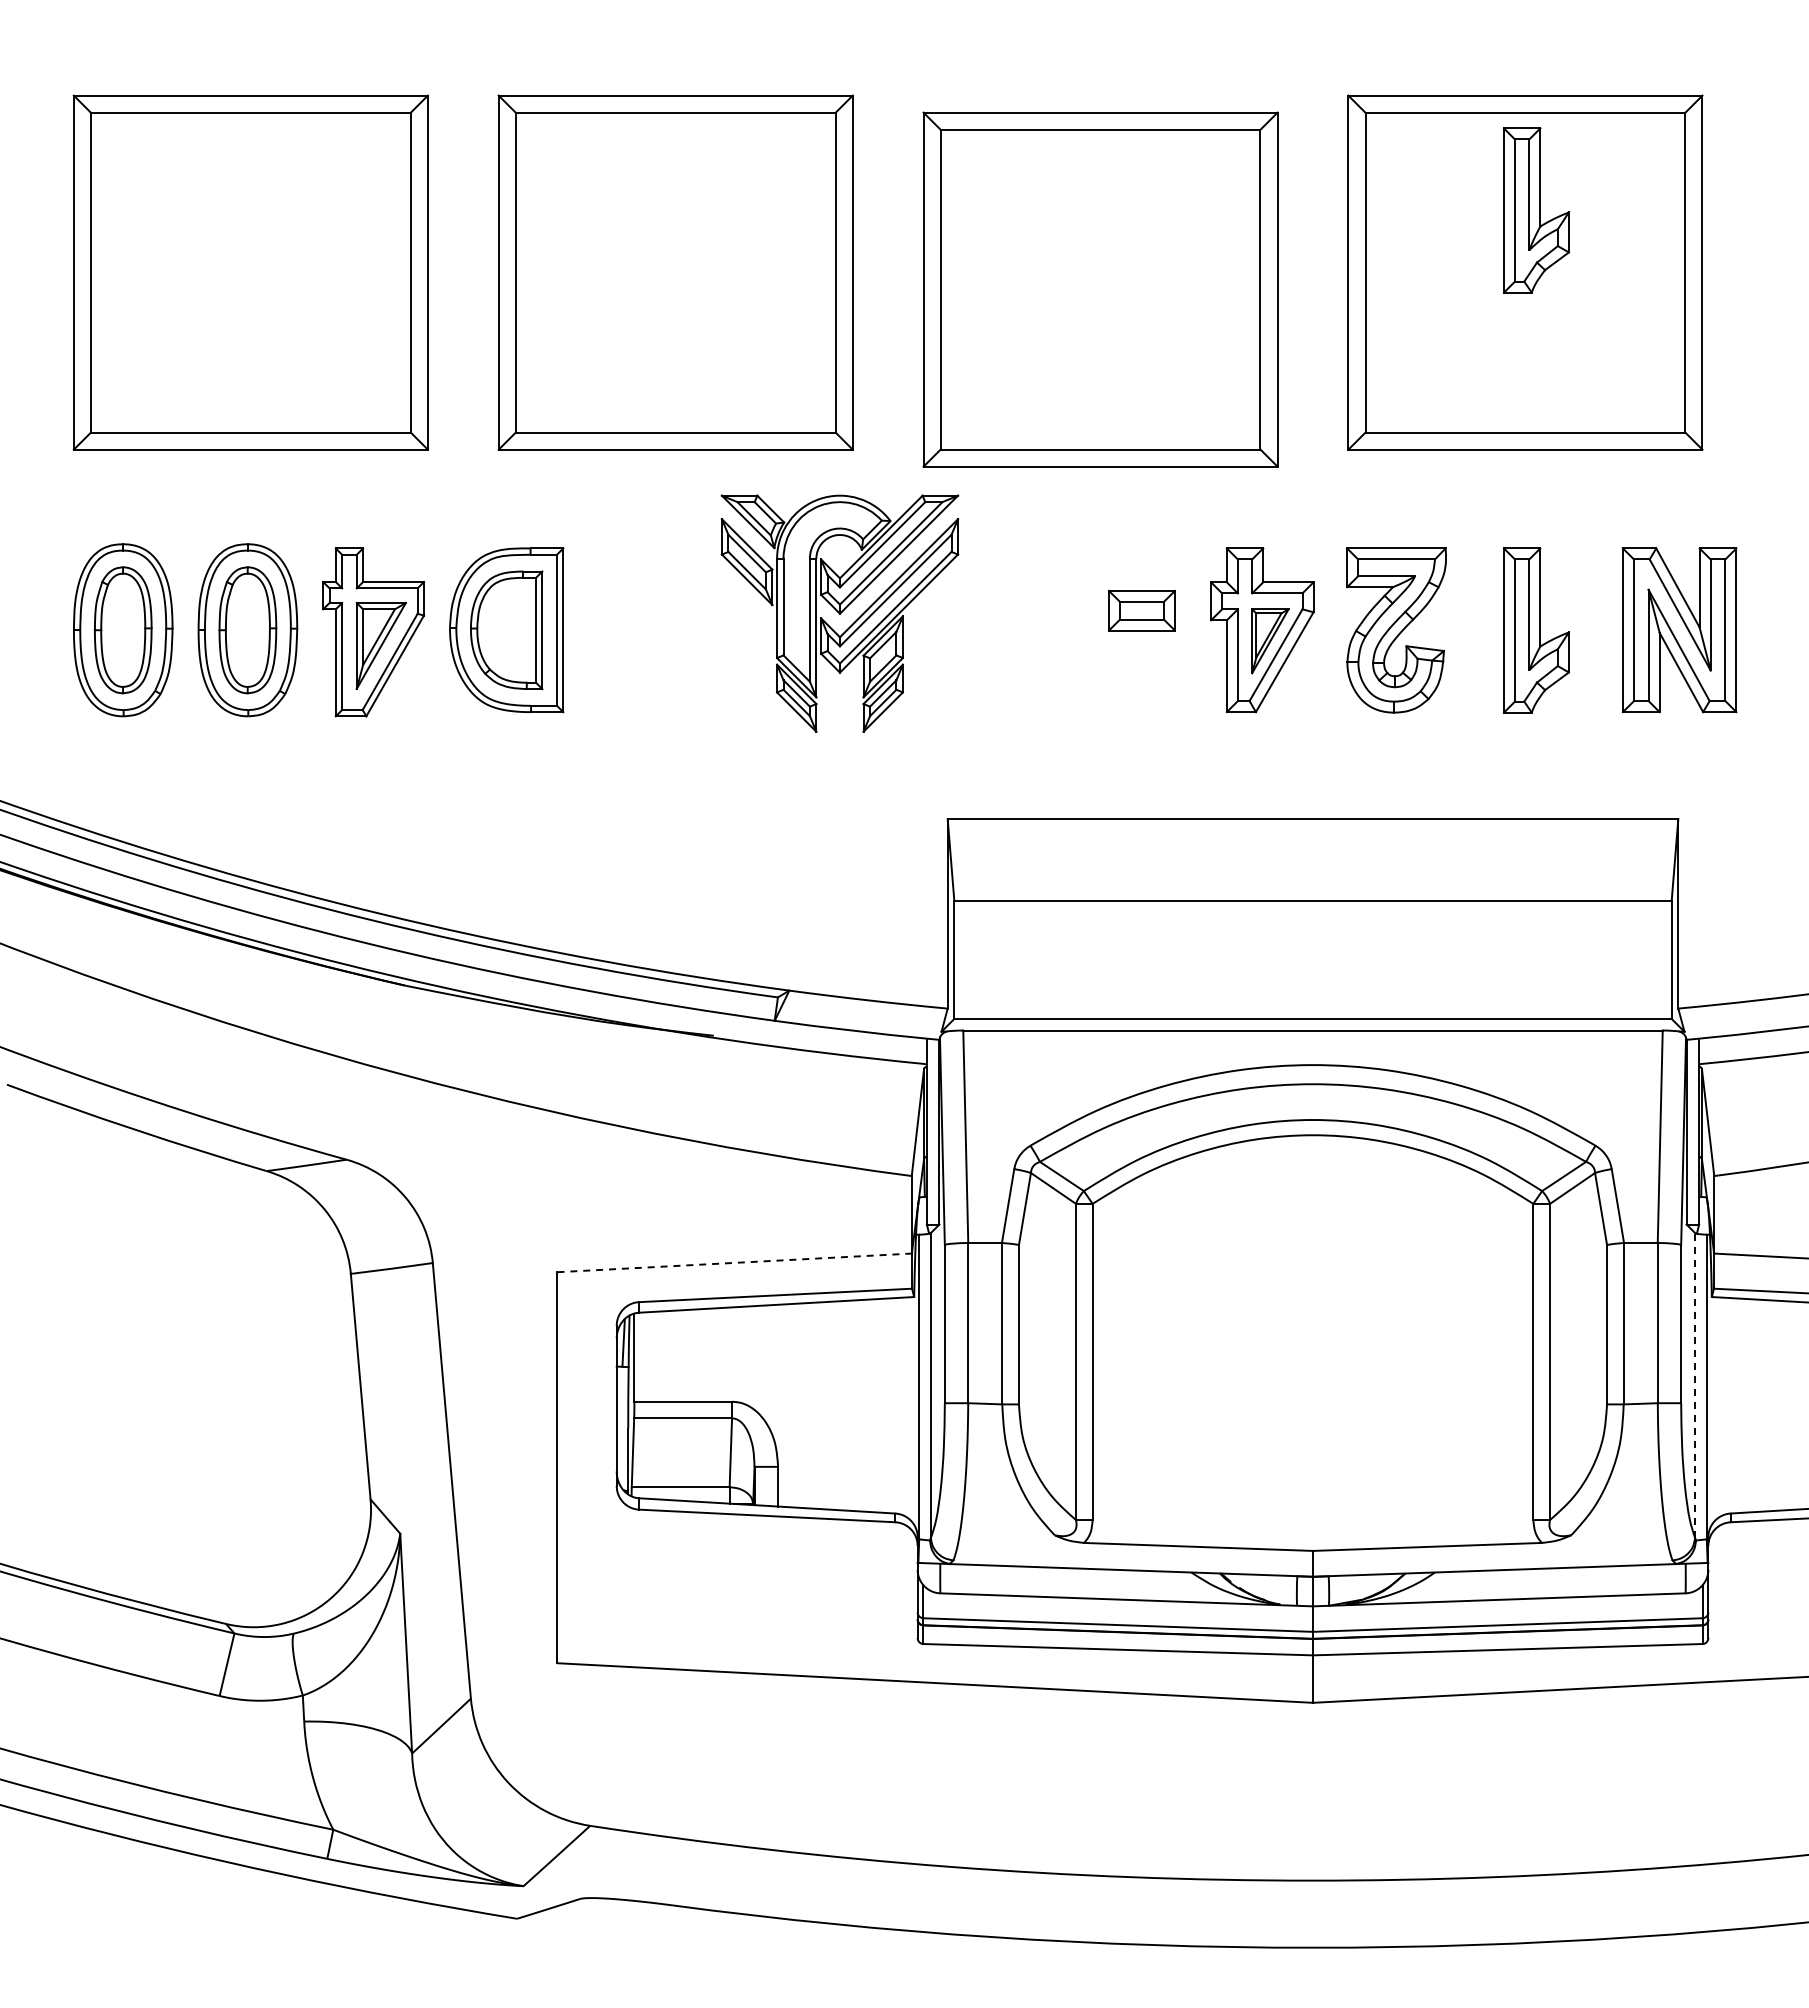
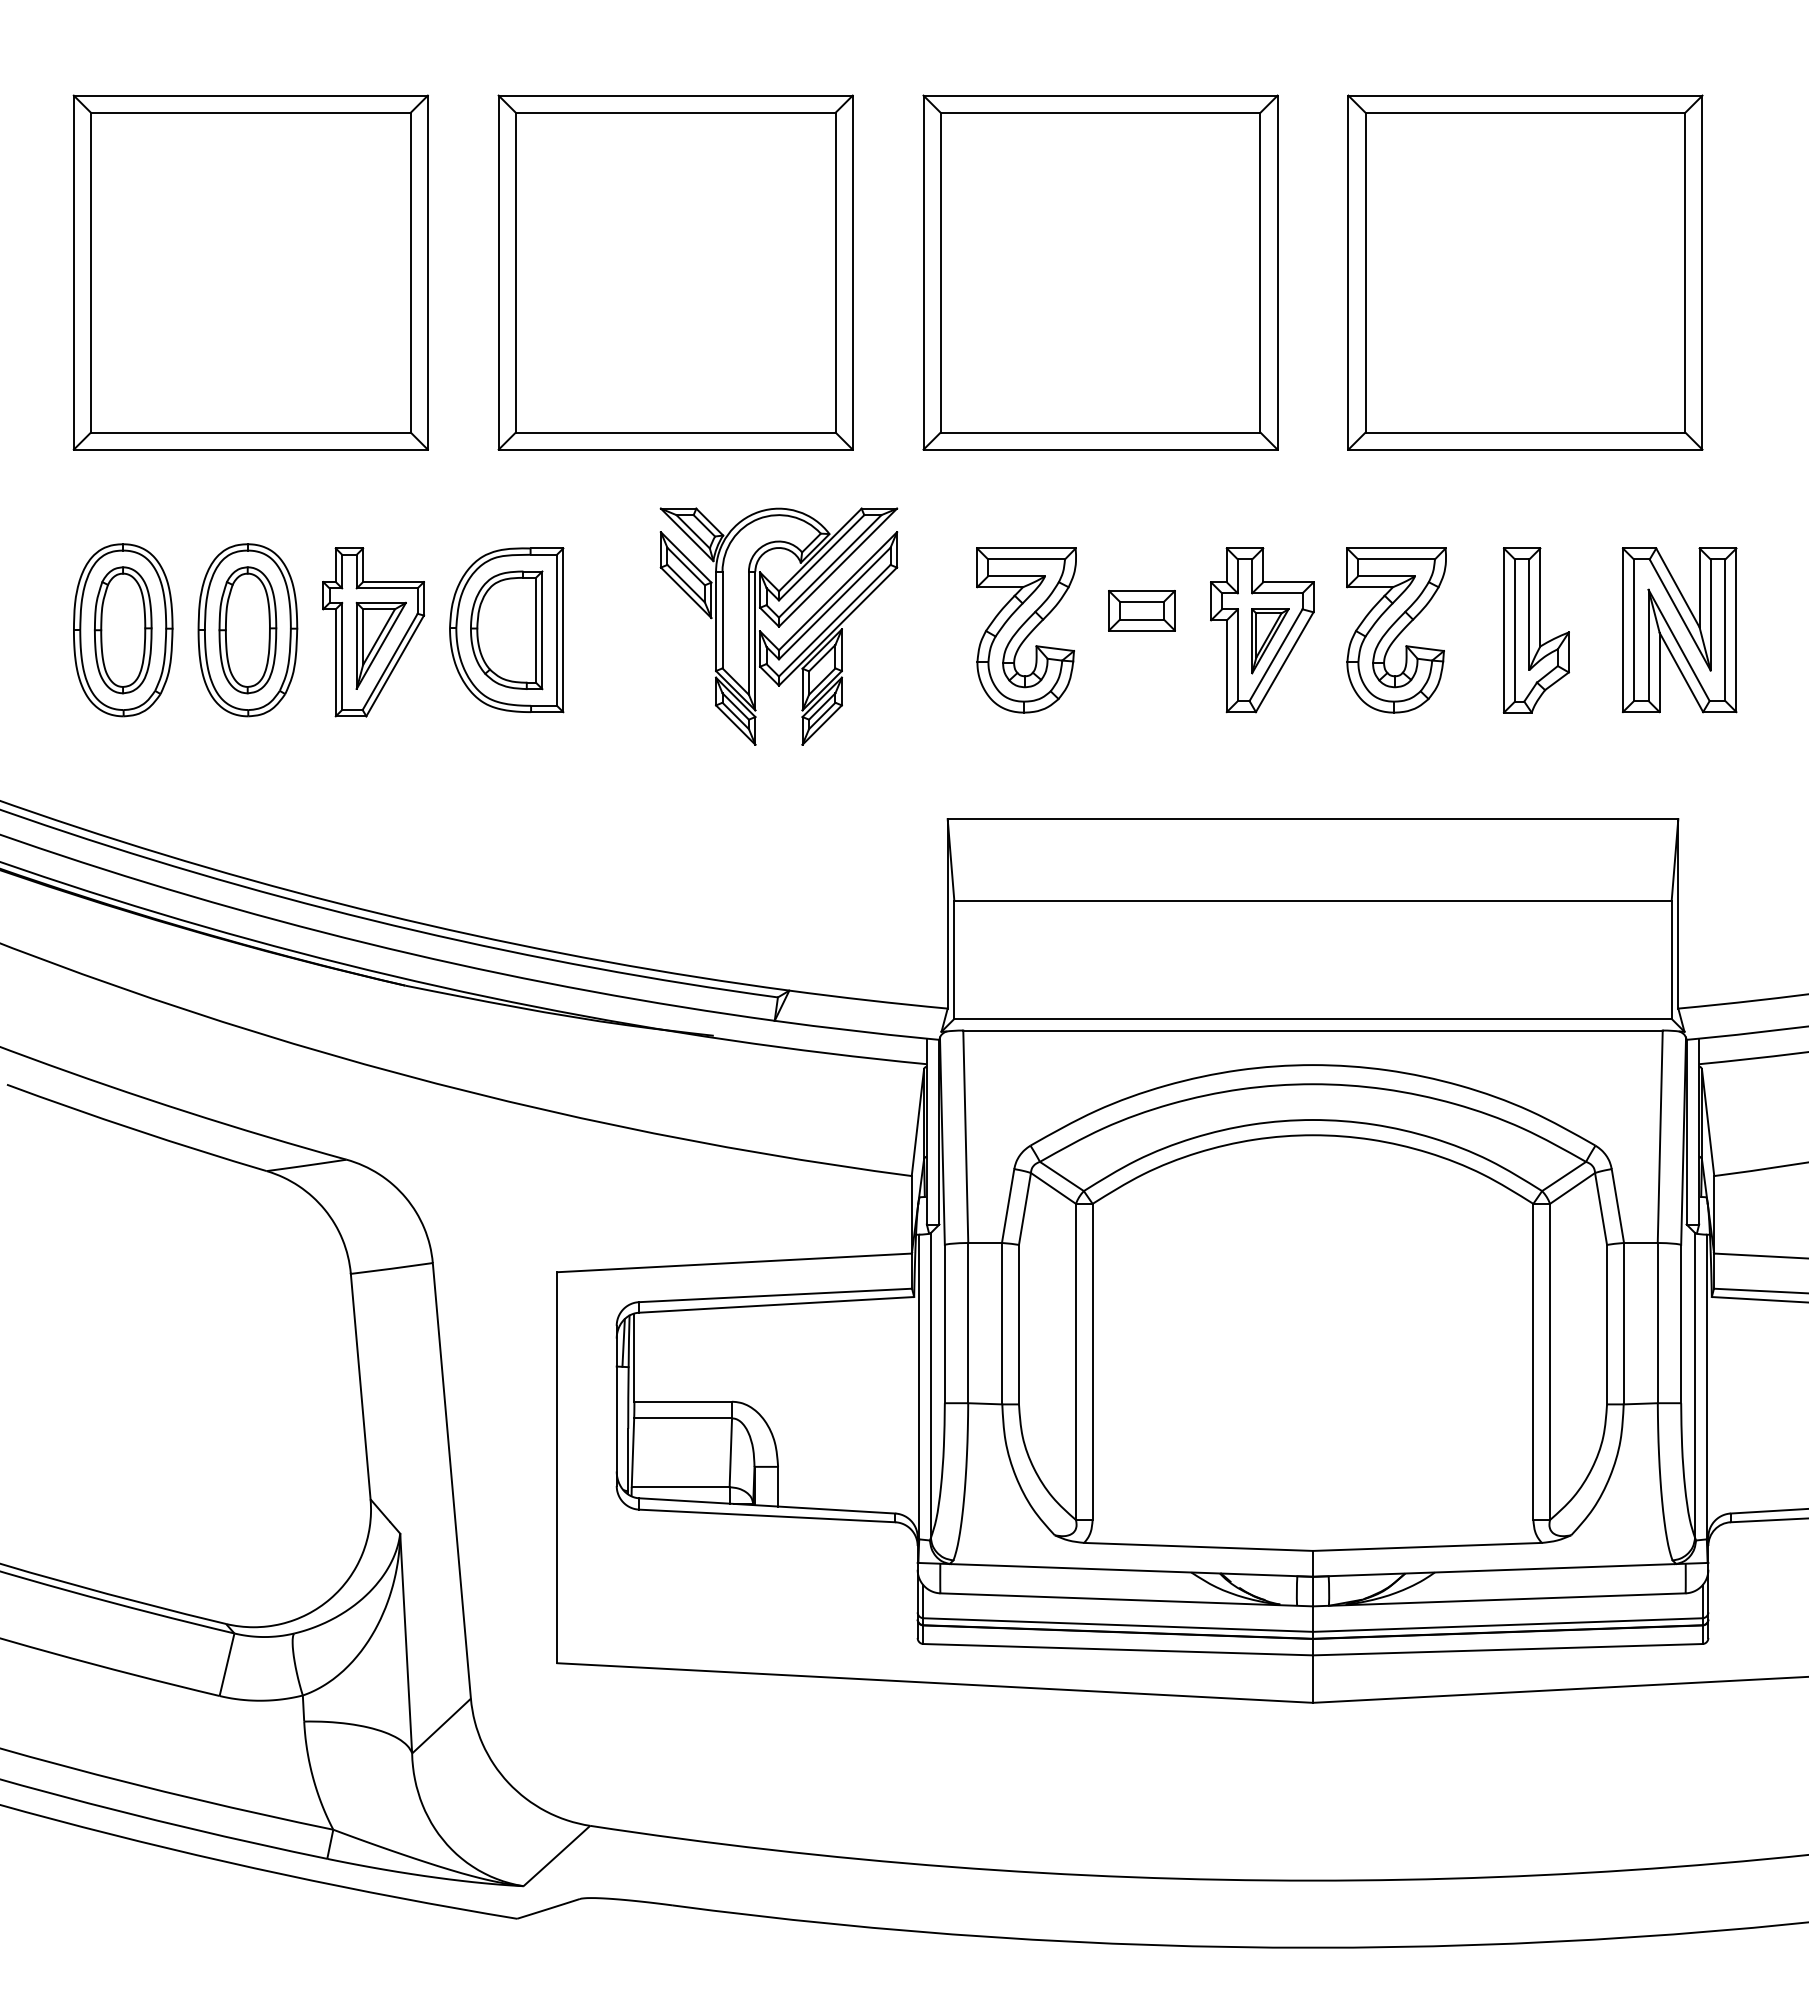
part at (1535, 210): present -> none
part at (1100, 289) position: (1100, 289) -> (1100, 272)
part at (839, 613) position: (839, 613) -> (778, 626)
part at (1026, 630): none -> present
line at (735, 1262): dashed -> solid
line at (1695, 1385): dashed -> solid
